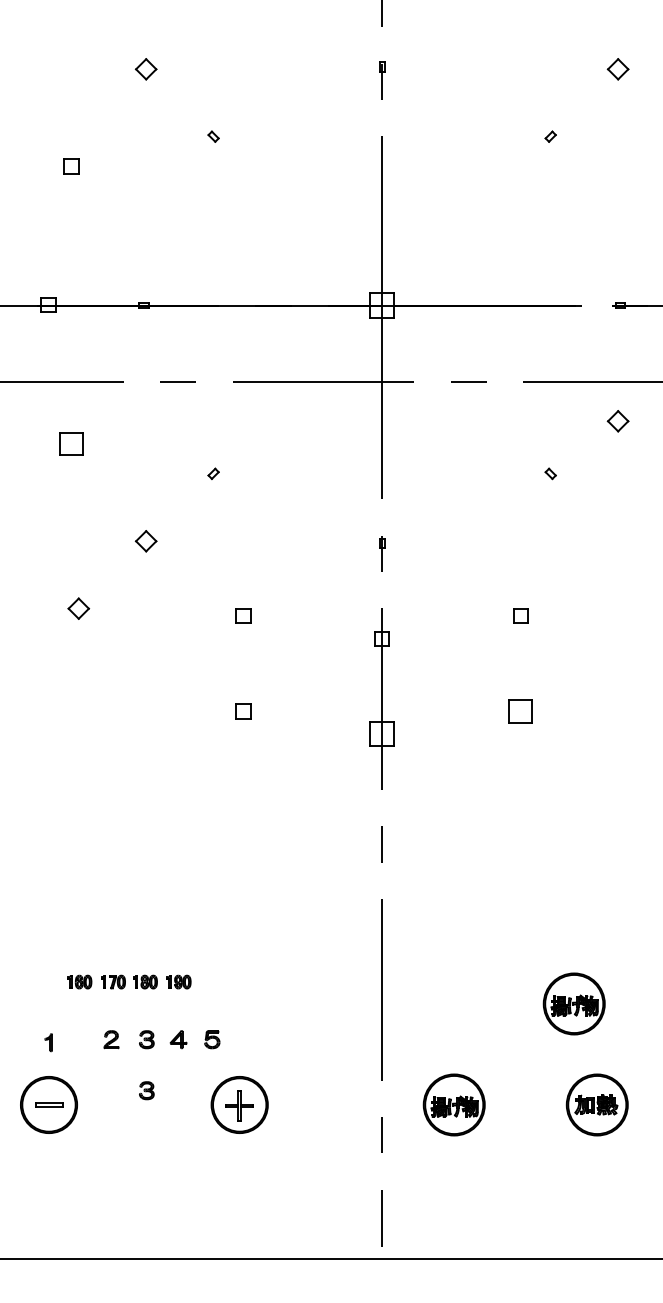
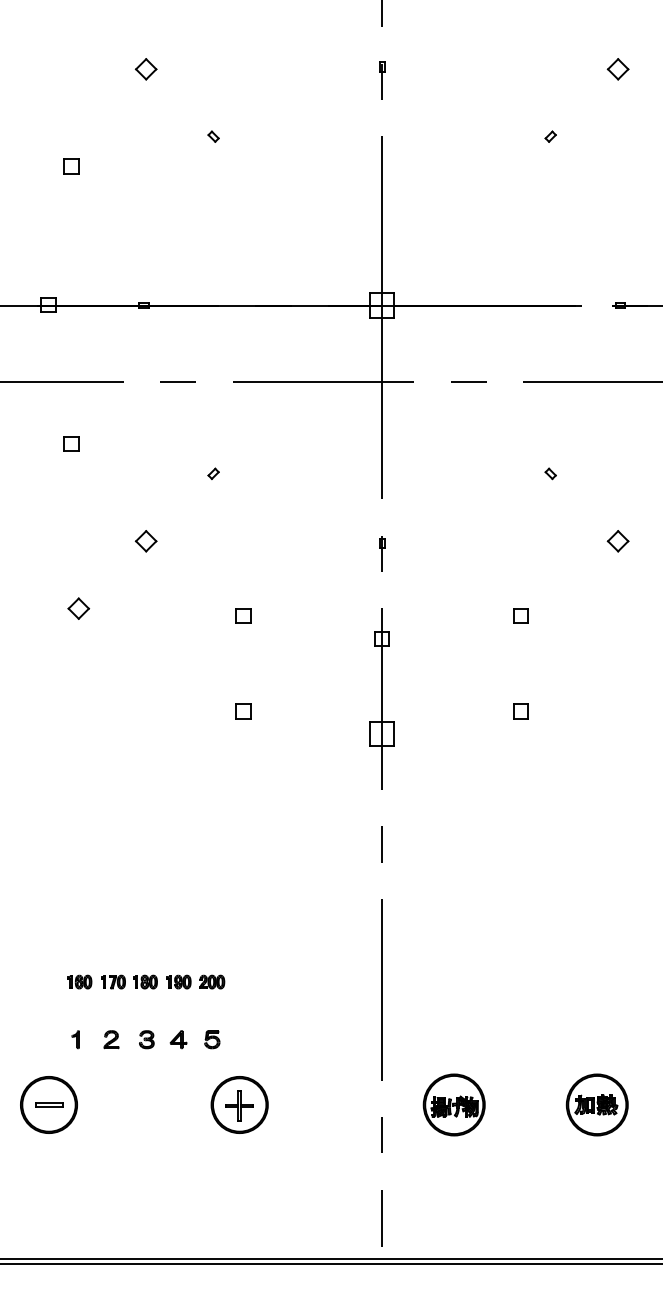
part at (617, 421) position: (617, 421) -> (617, 541)
part at (71, 443) size: 25x24 px -> 17x16 px
part at (520, 711) size: 25x25 px -> 16x17 px
part at (212, 981): none -> present
part at (573, 1003): present -> none
part at (48, 1042) position: (48, 1042) -> (75, 1039)
part at (146, 1090): present -> none
line at (330, 1263): none -> present
